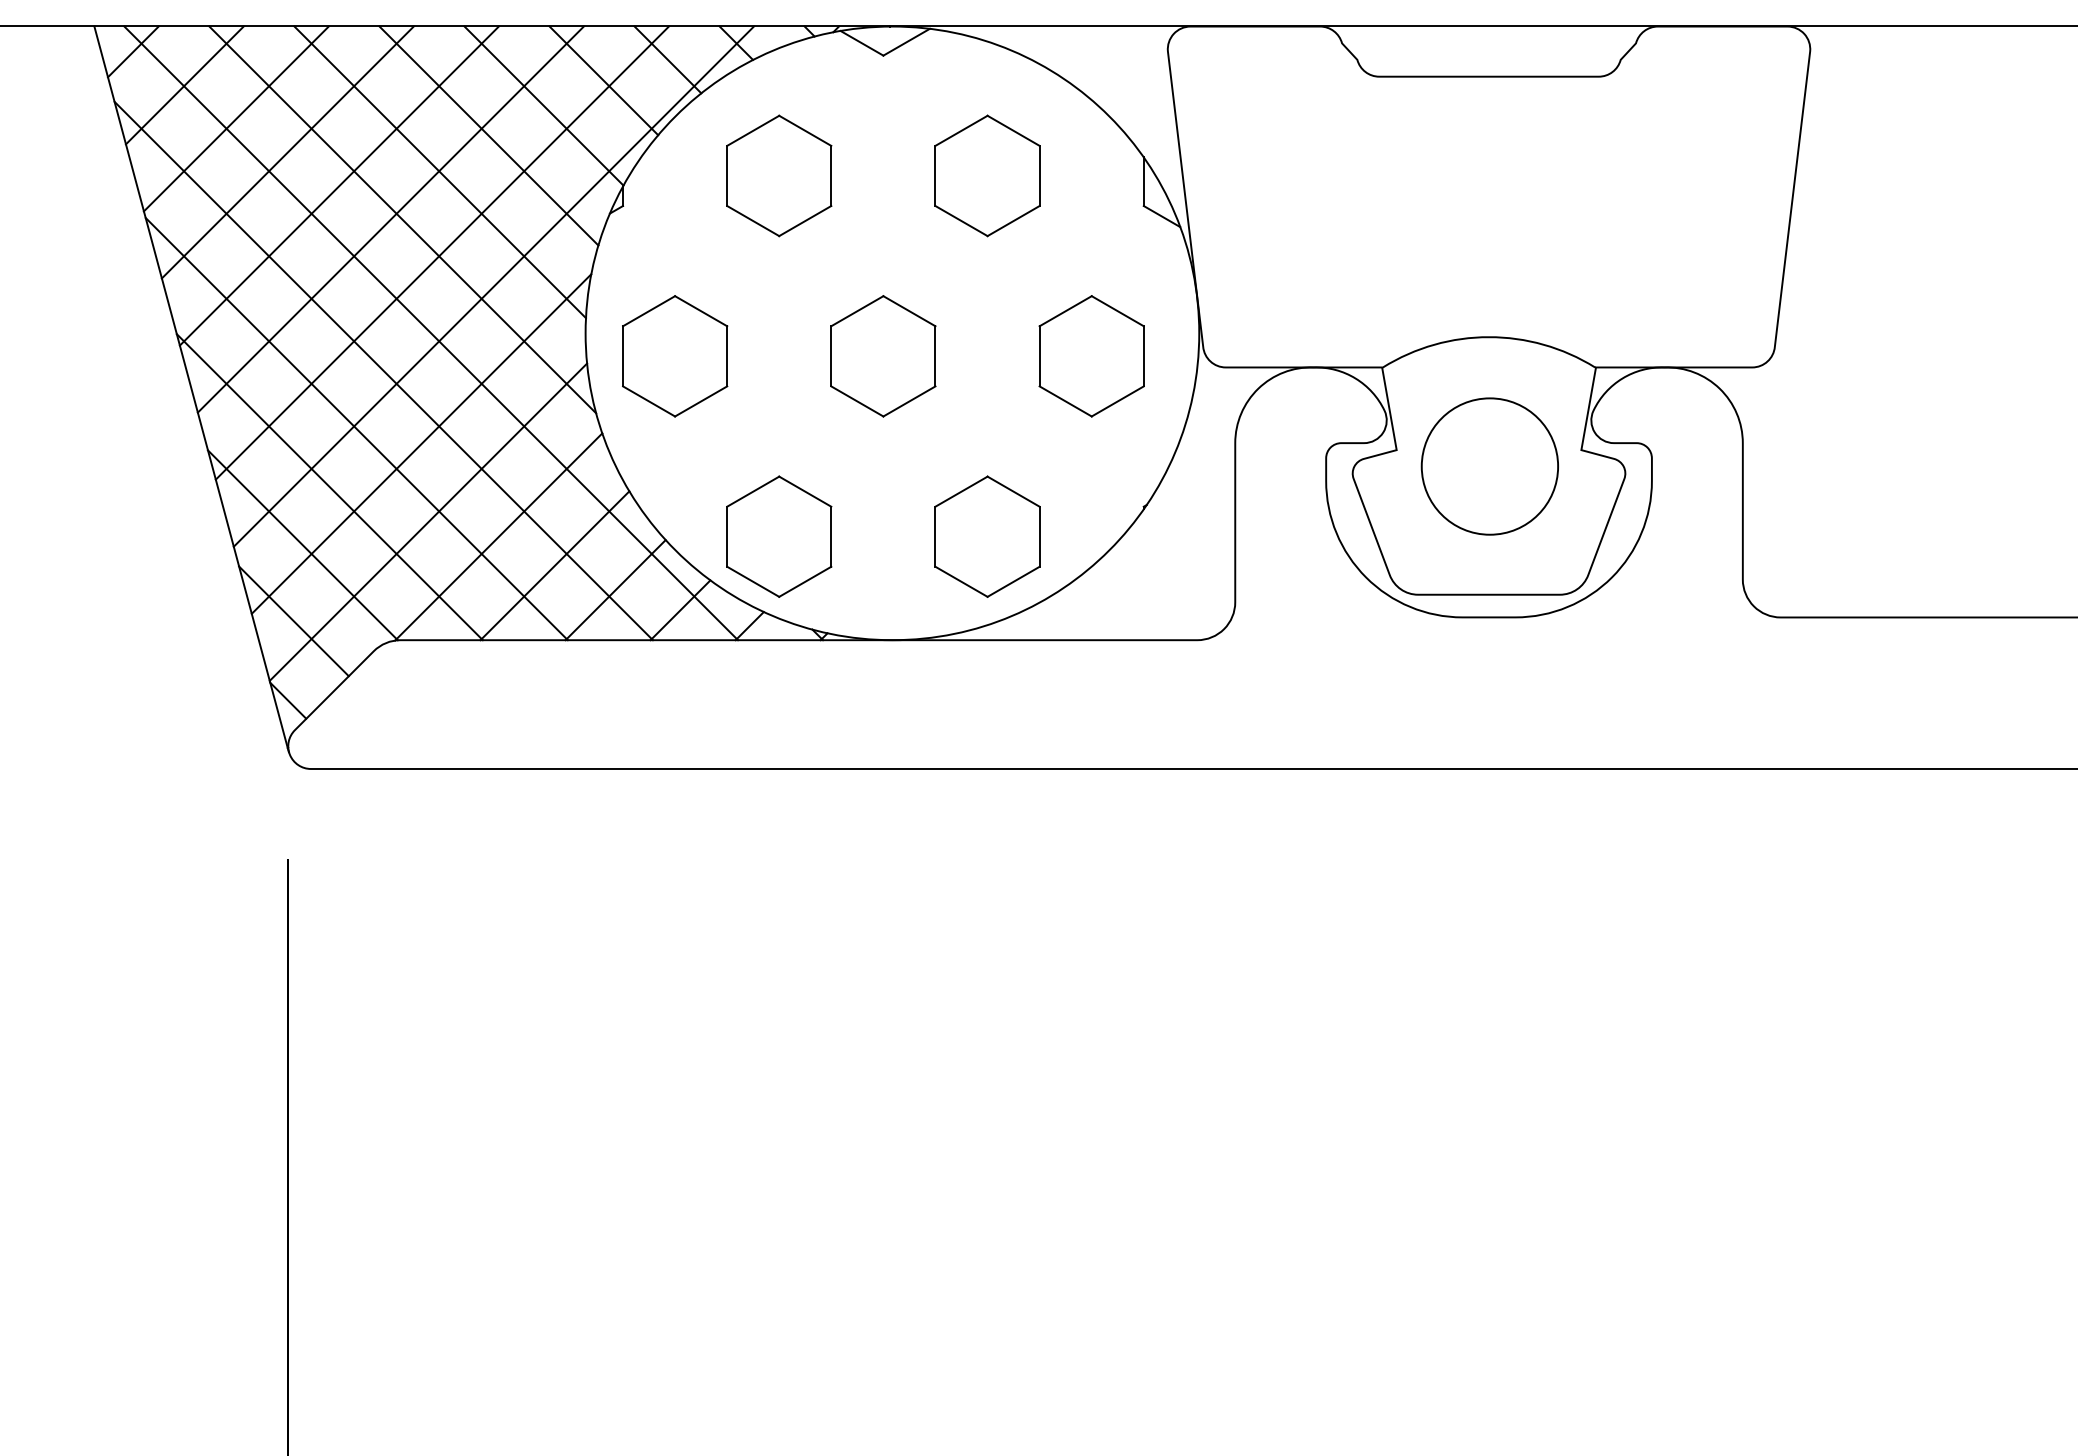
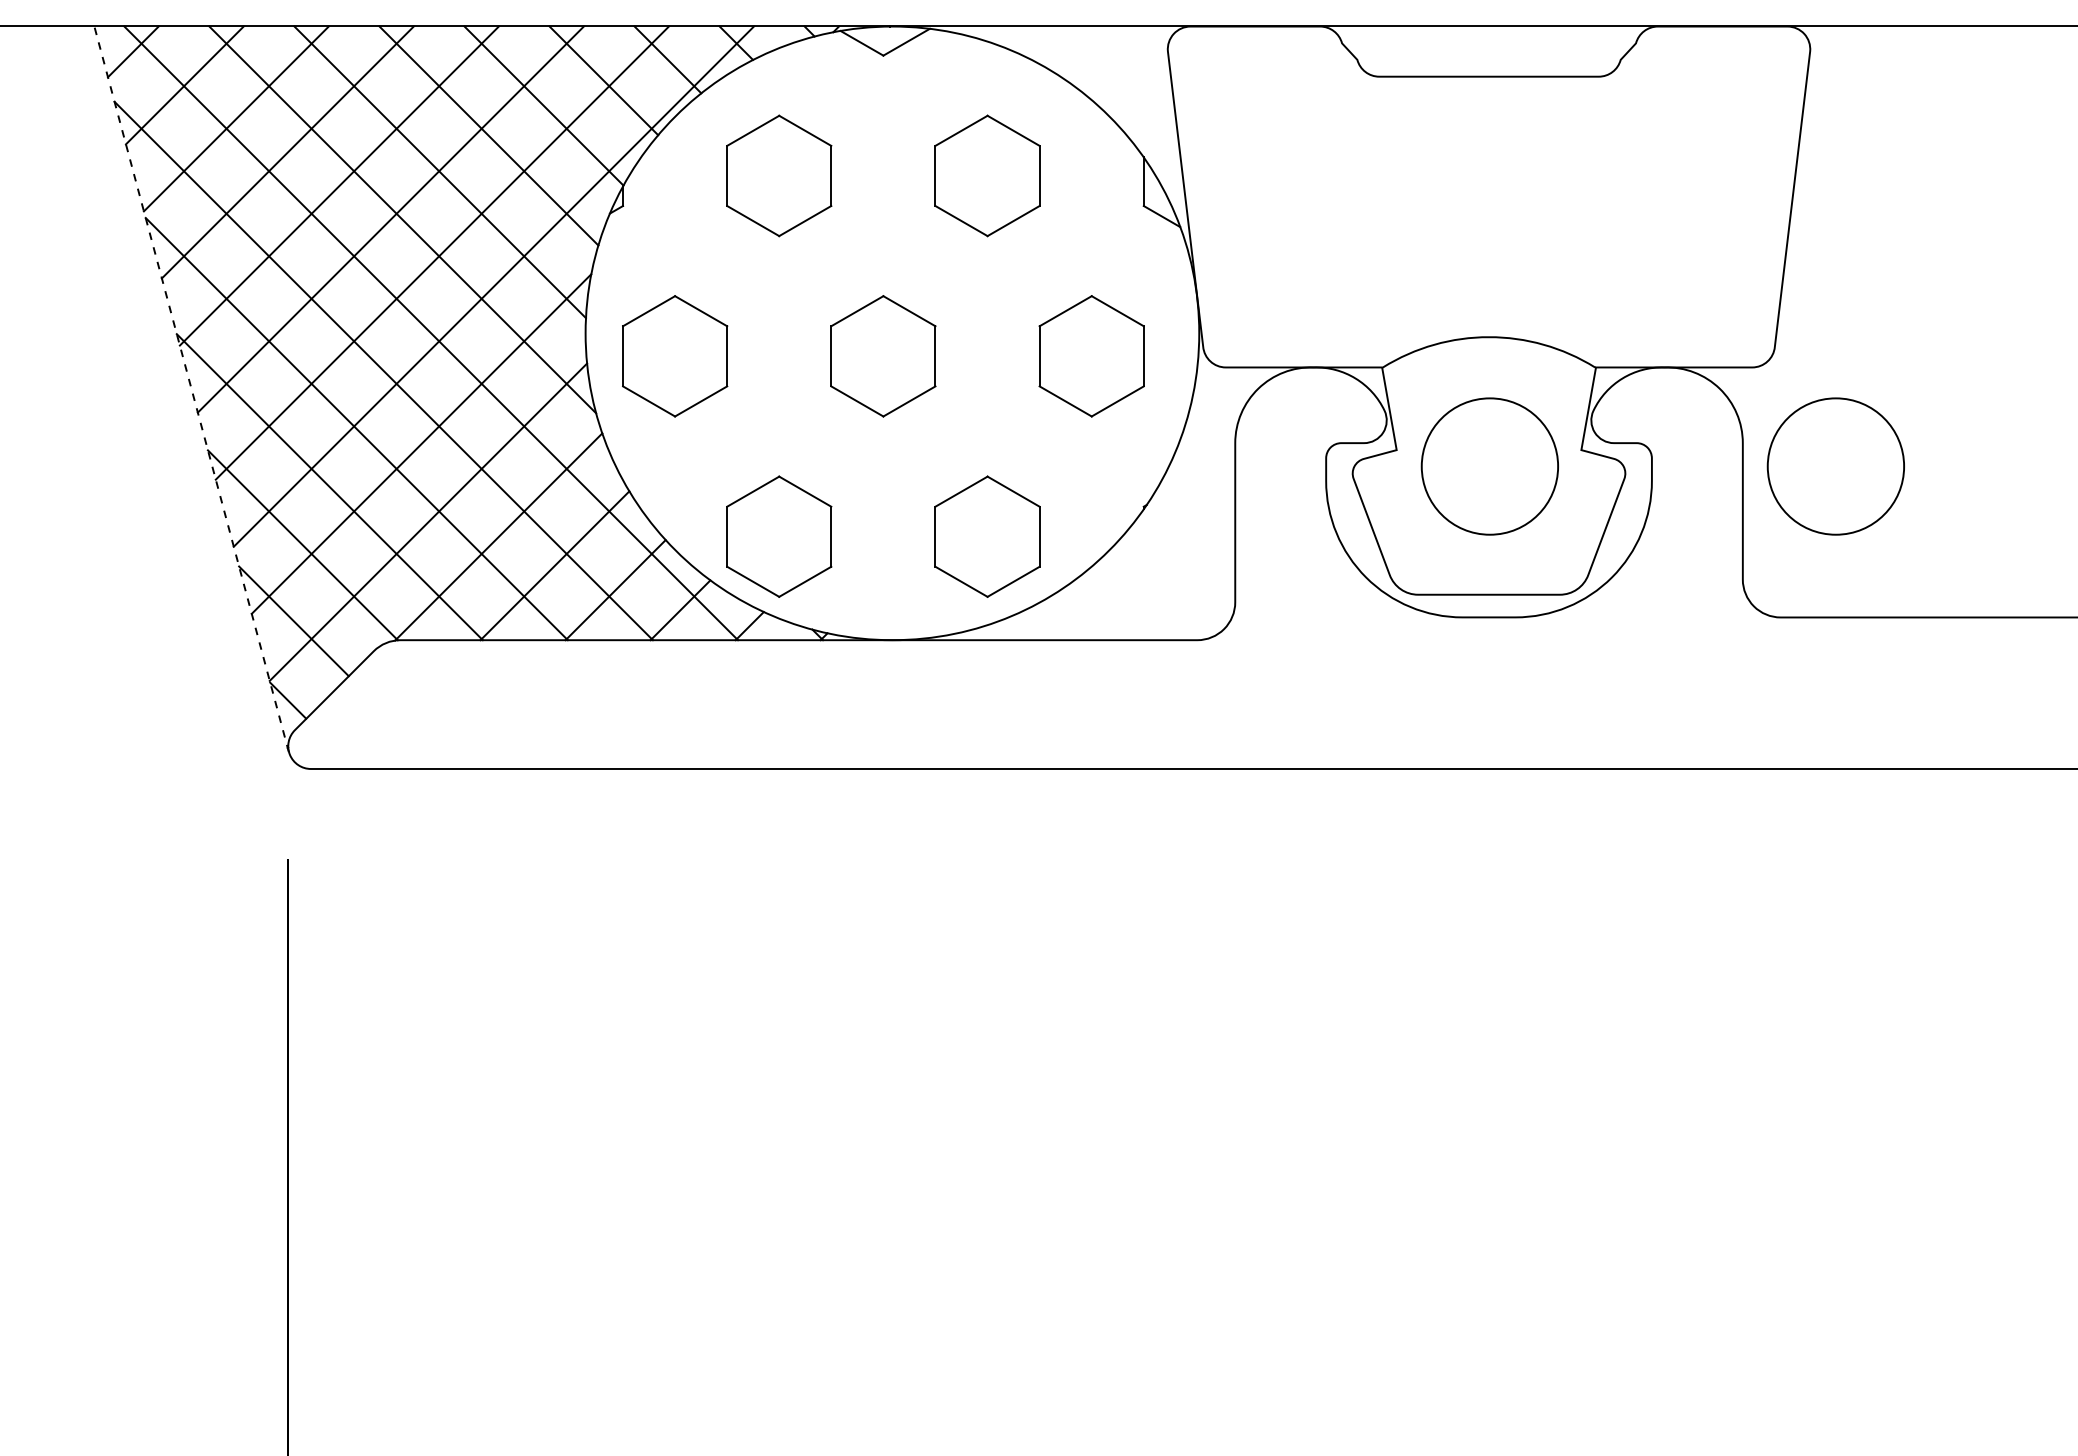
line at (191, 389): solid -> dashed
circle at (1835, 466): none -> present
